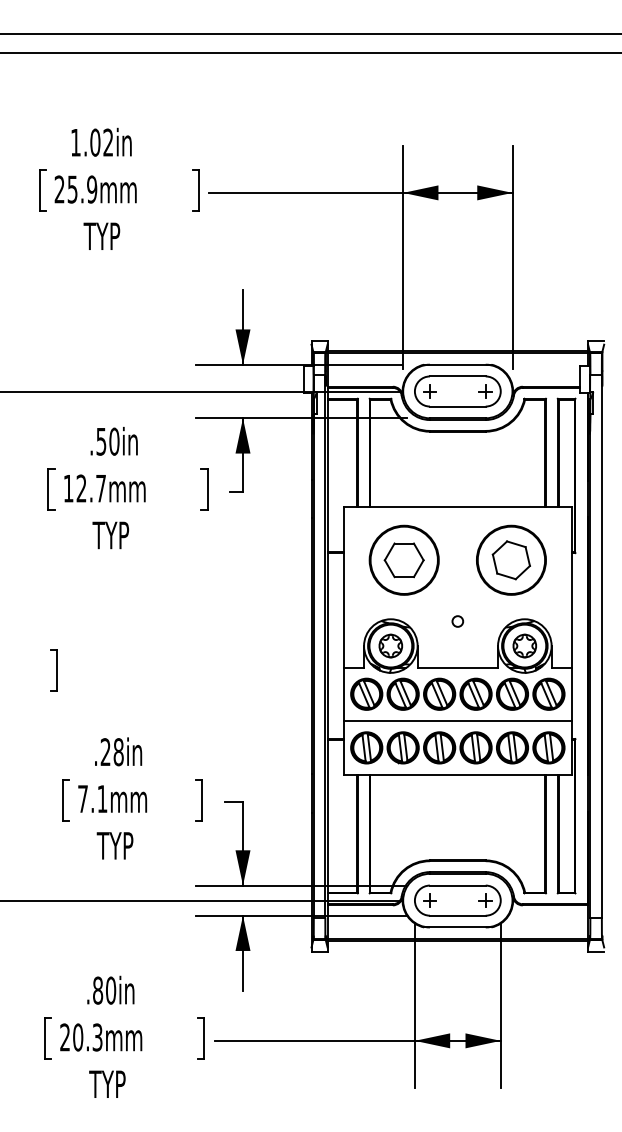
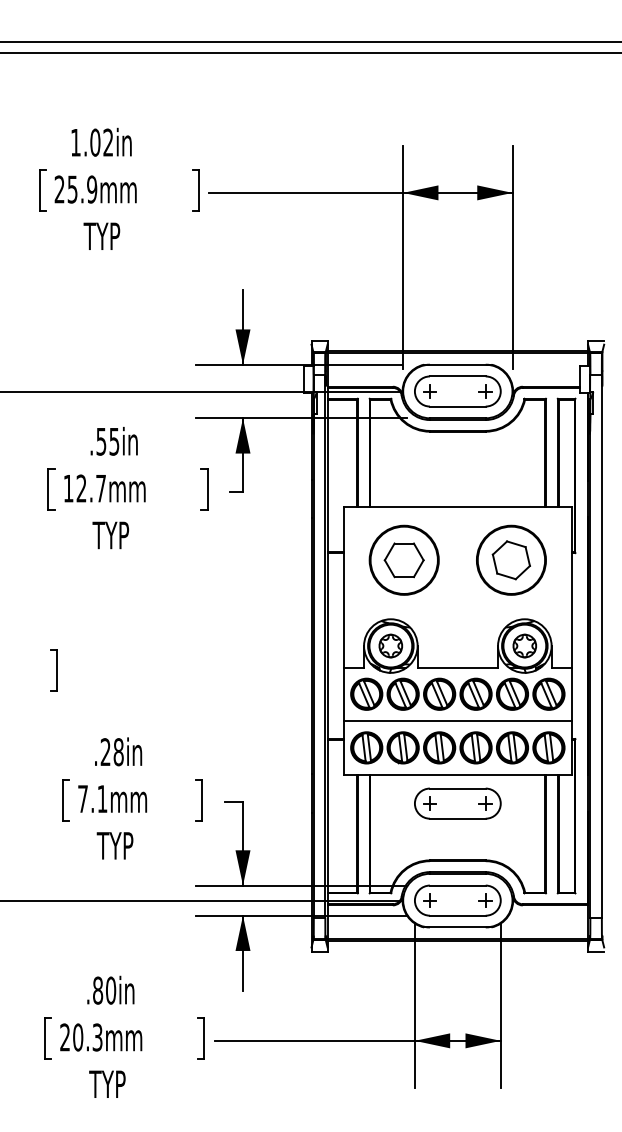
line at (310, 33) position: (310, 33) -> (310, 41)
text at (114, 441): .50in -> .55in
circle at (457, 621): present -> none
part at (457, 803): none -> present
